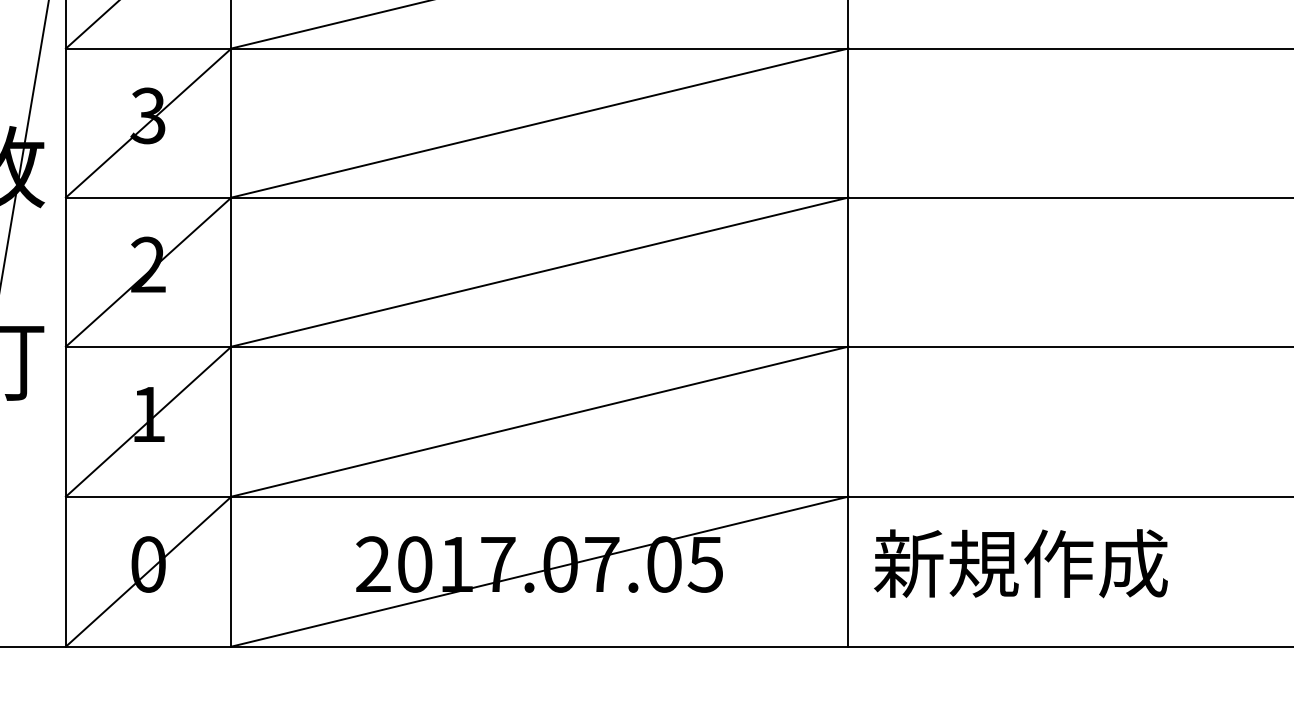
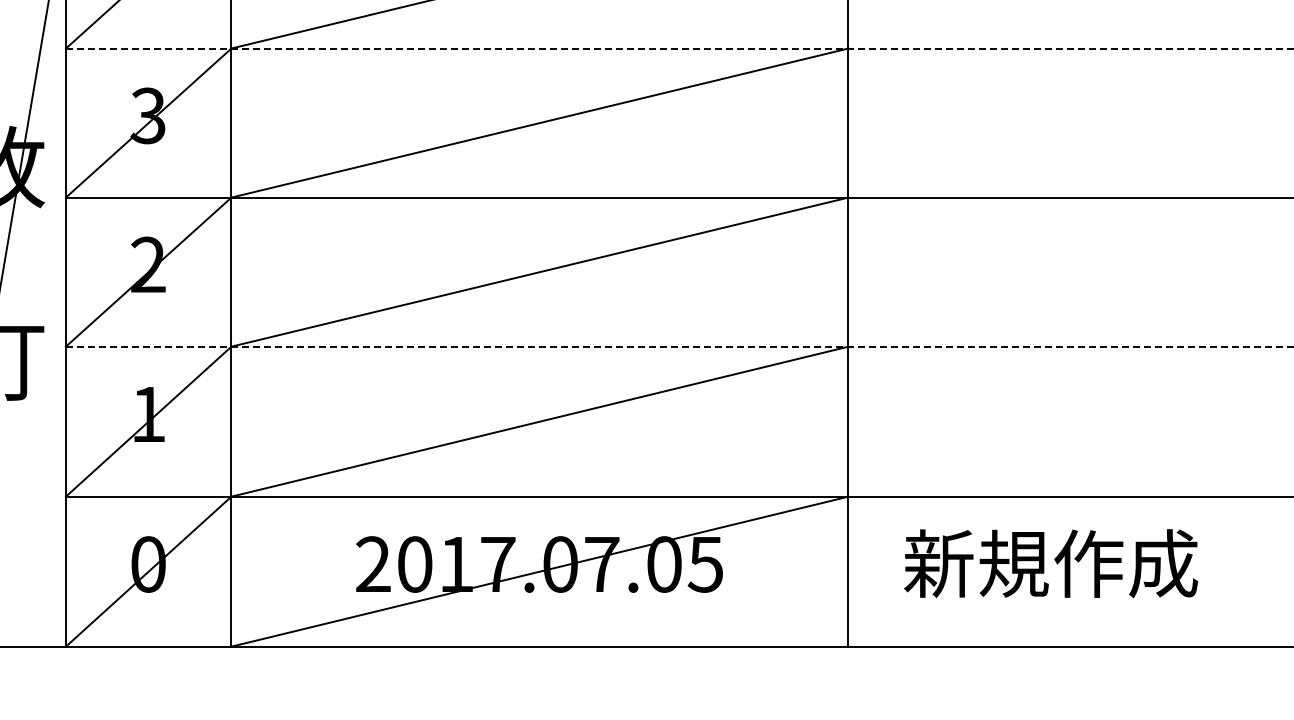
line at (679, 48): solid -> dashed
line at (679, 346): solid -> dashed
text at (1020, 563) position: (1020, 563) -> (1050, 563)
